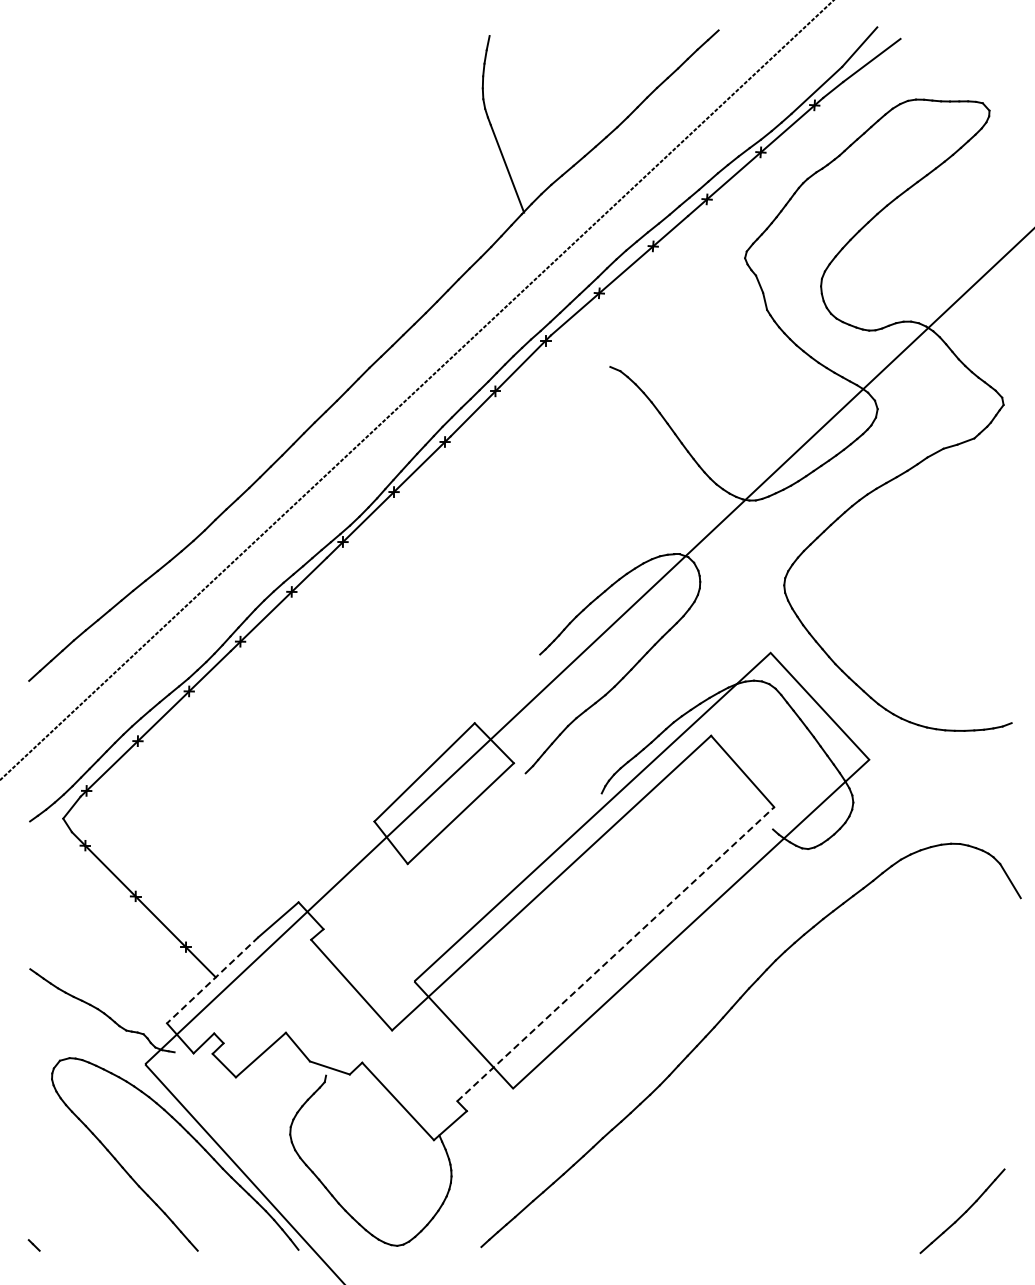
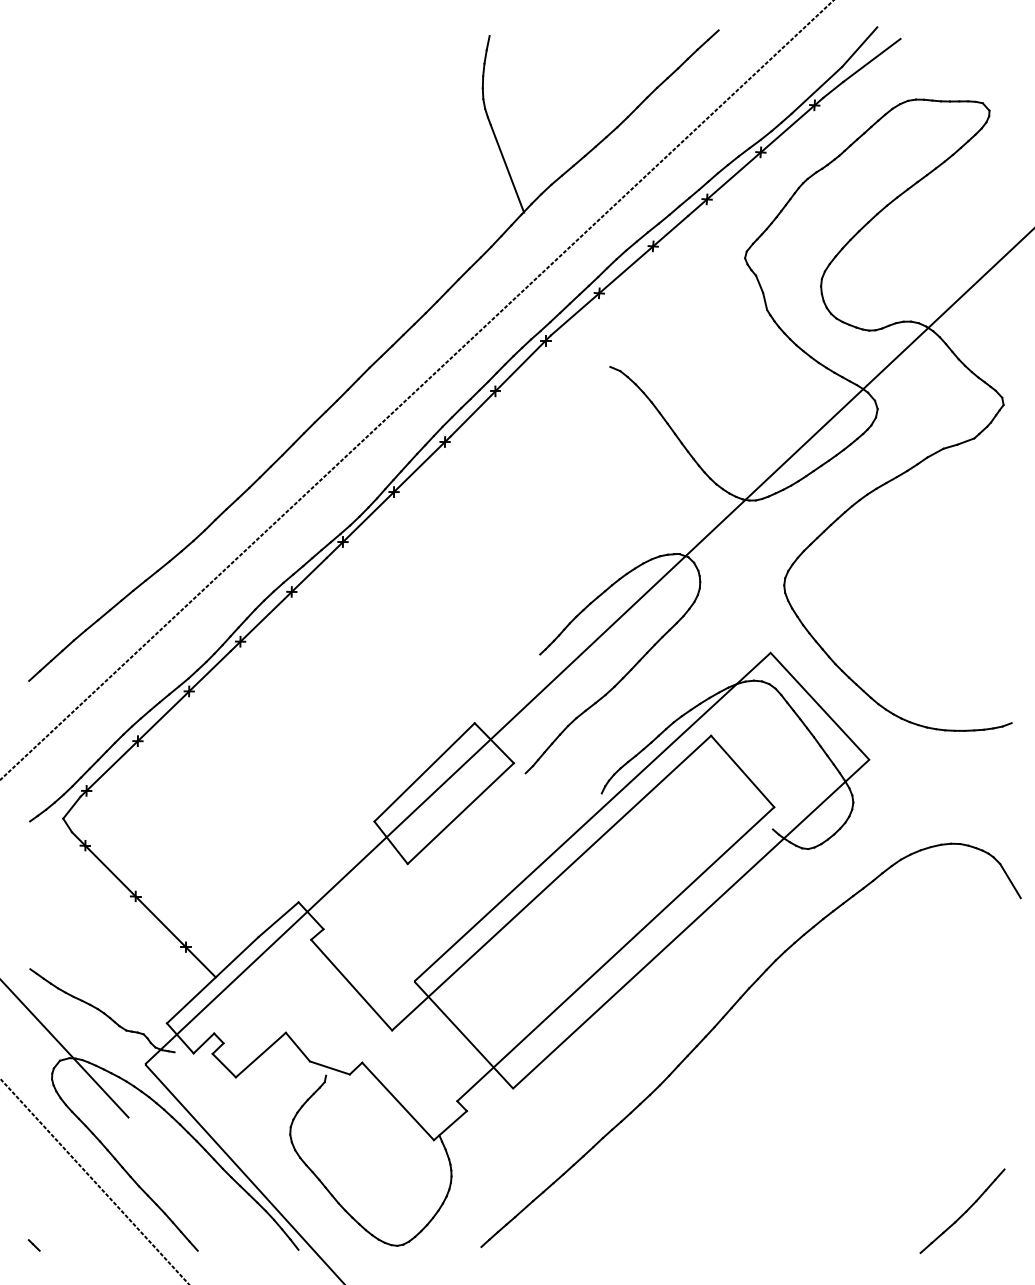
line at (616, 953): dashed -> solid
line at (212, 980): dashed -> solid
line at (65, 1049): none -> present
line at (94, 1180): none -> present
